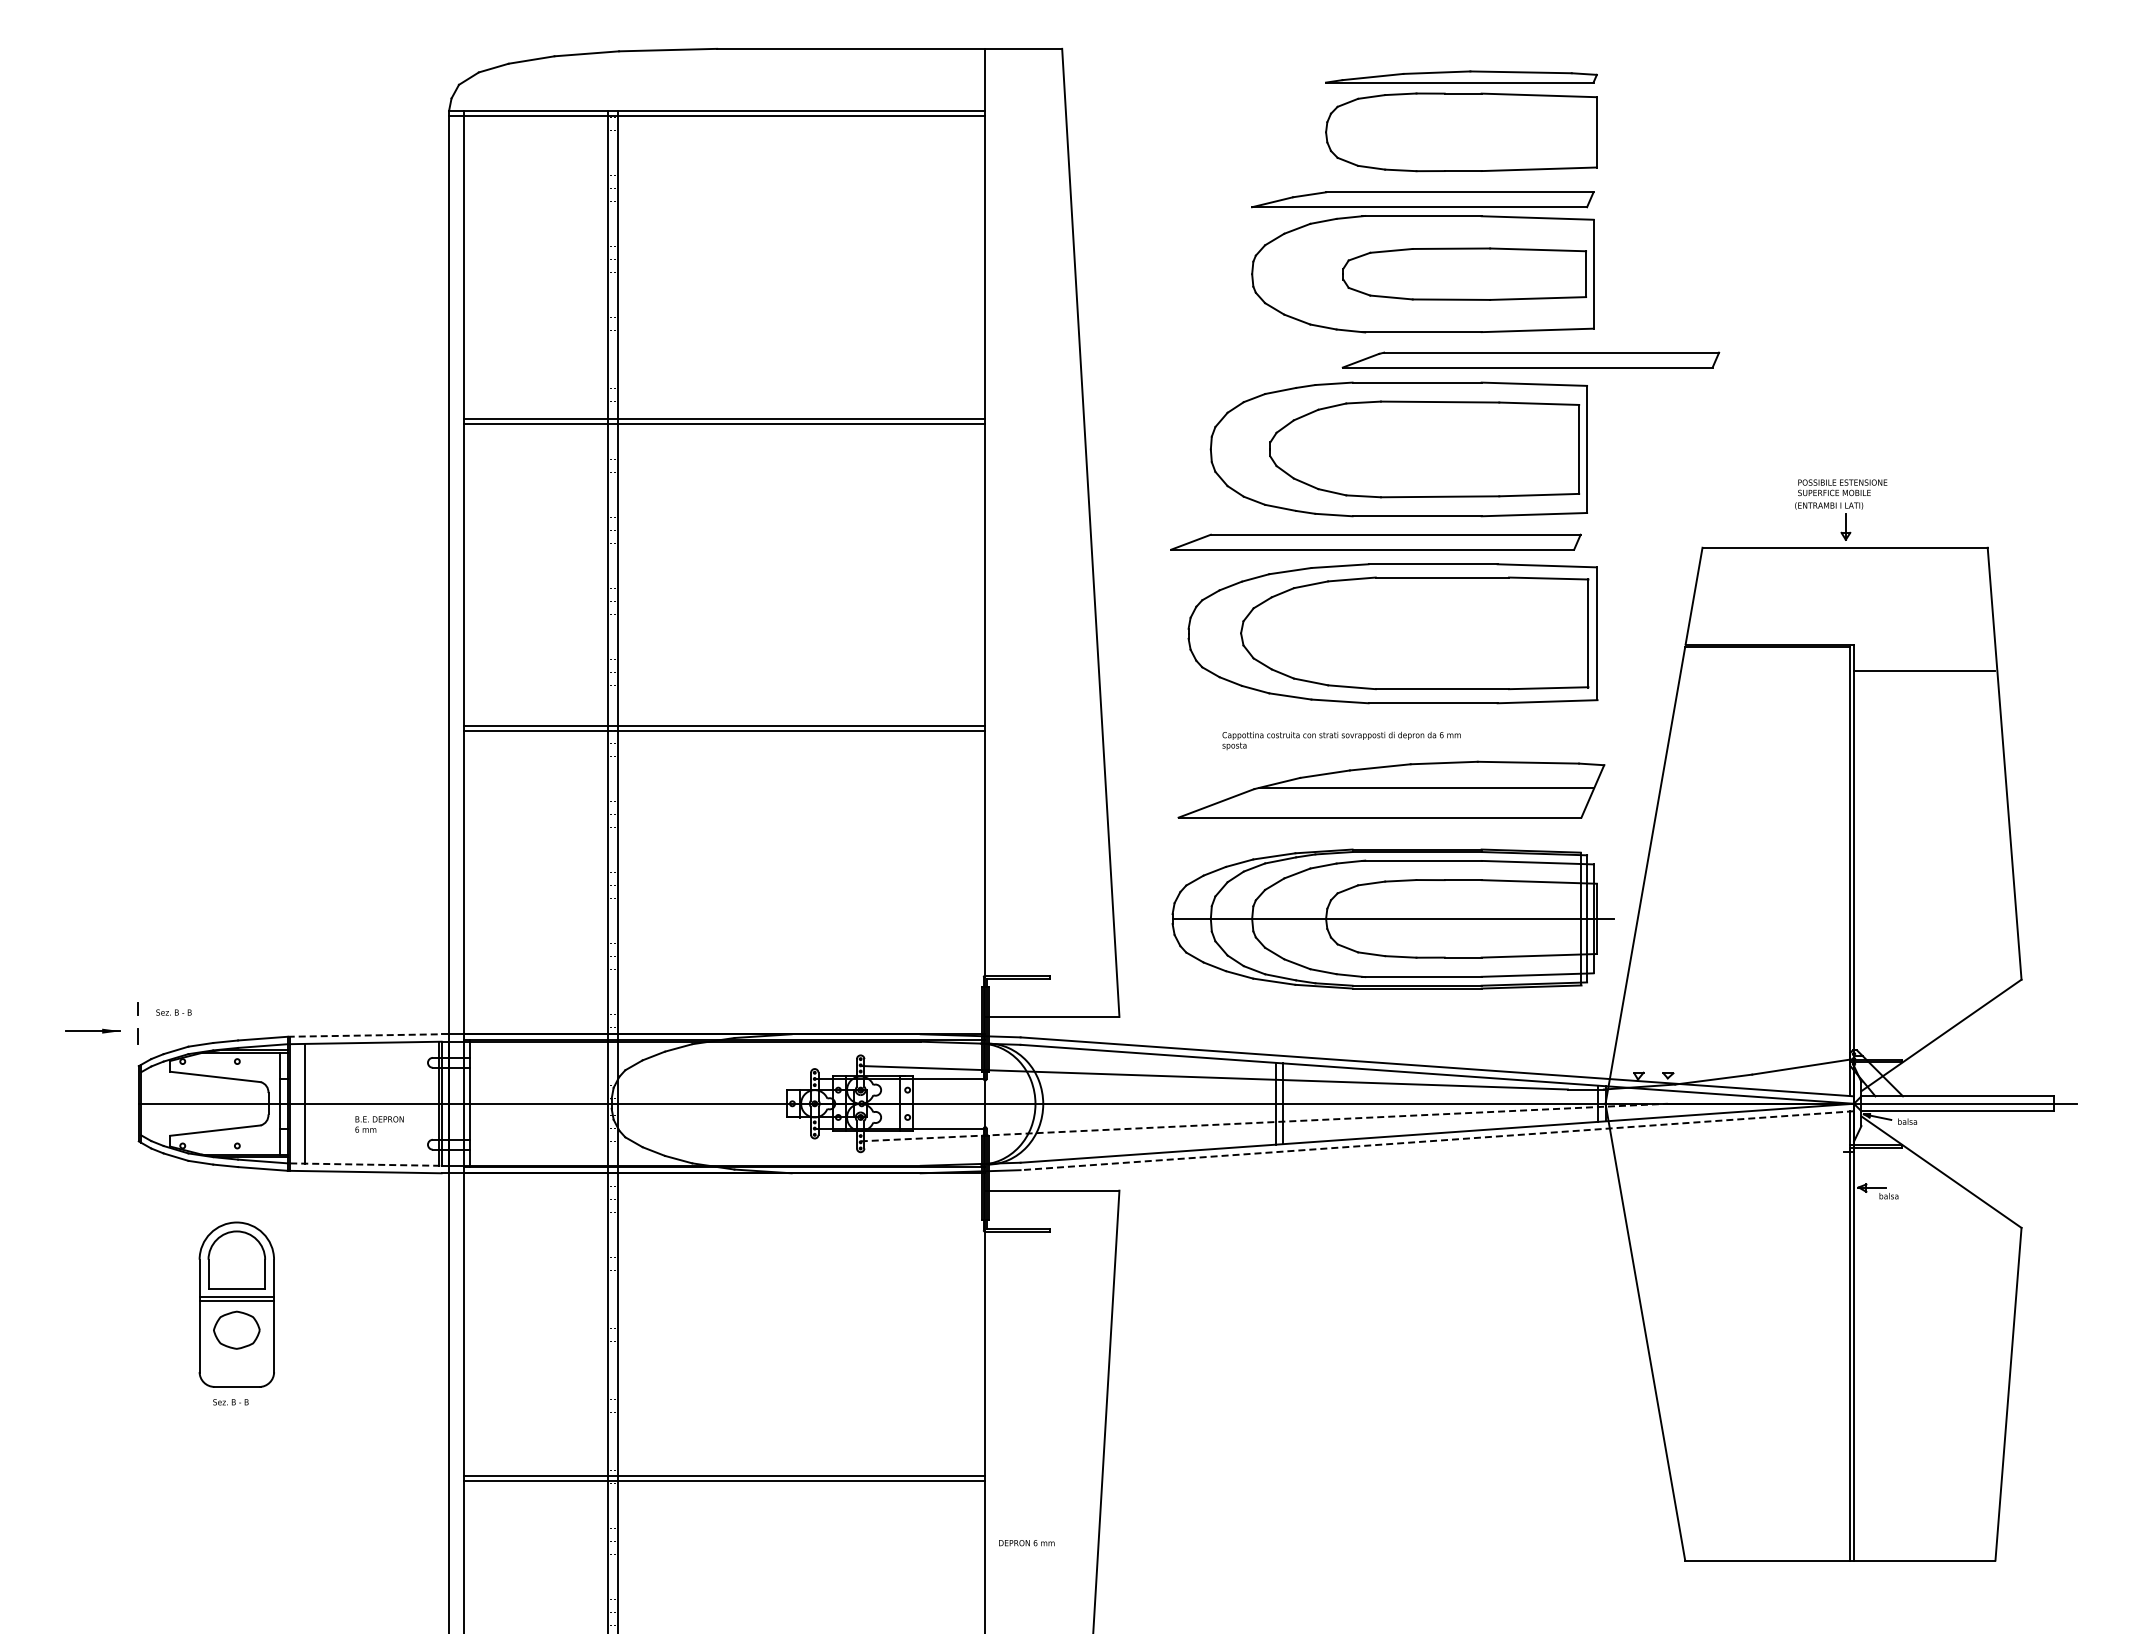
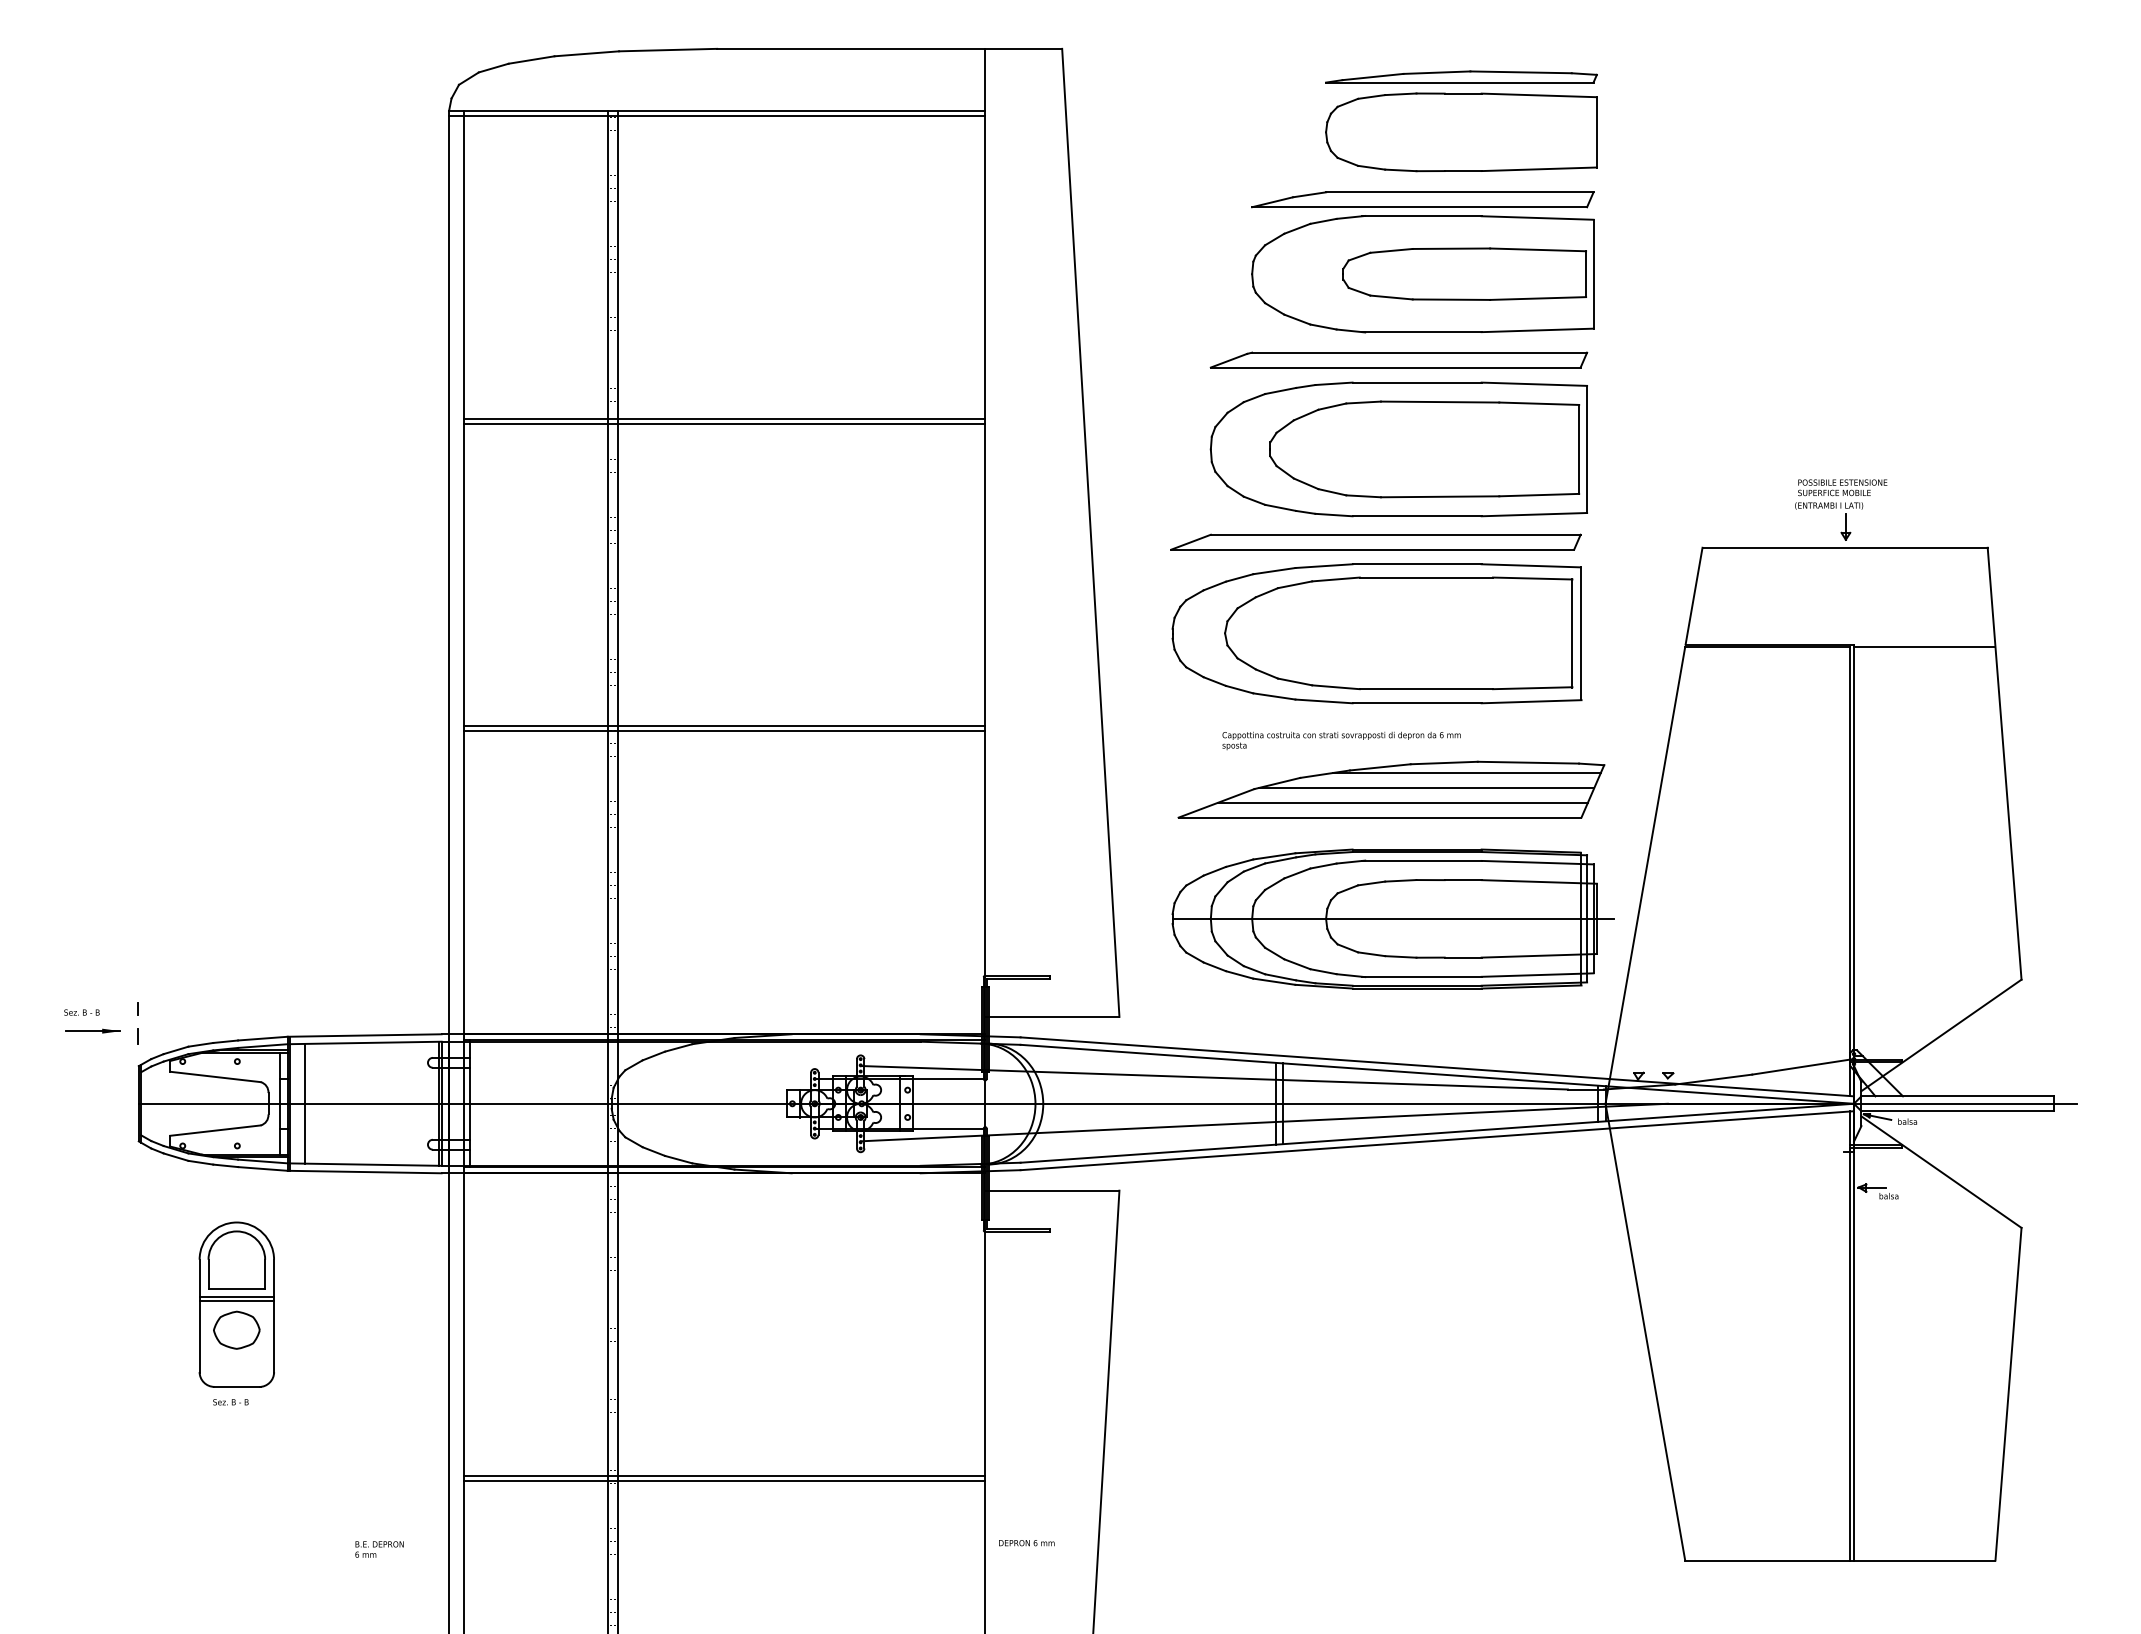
part at (1530, 359) position: (1530, 359) -> (1398, 359)
part at (1392, 633) position: (1392, 633) -> (1376, 633)
line at (1924, 671) position: (1924, 671) -> (1924, 647)
line at (1466, 772): none -> present
line at (1402, 802): none -> present
text at (173, 1012) position: (173, 1012) -> (81, 1012)
line at (364, 1035): dashed -> solid
line at (1264, 1122): dashed -> solid
text at (379, 1124) position: (379, 1124) -> (379, 1549)
line at (1437, 1140): dashed -> solid
line at (365, 1164): dashed -> solid
